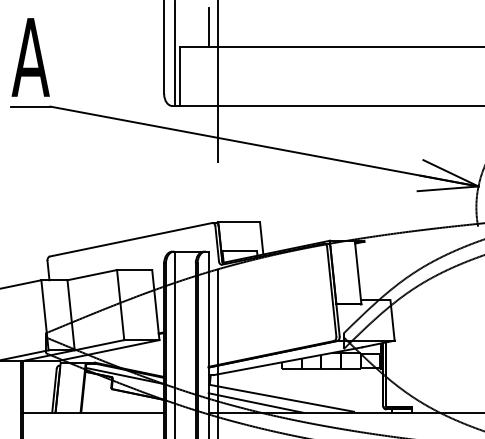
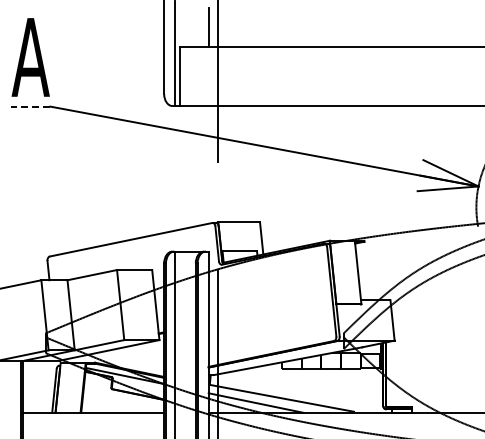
line at (30, 106): solid -> dashed
